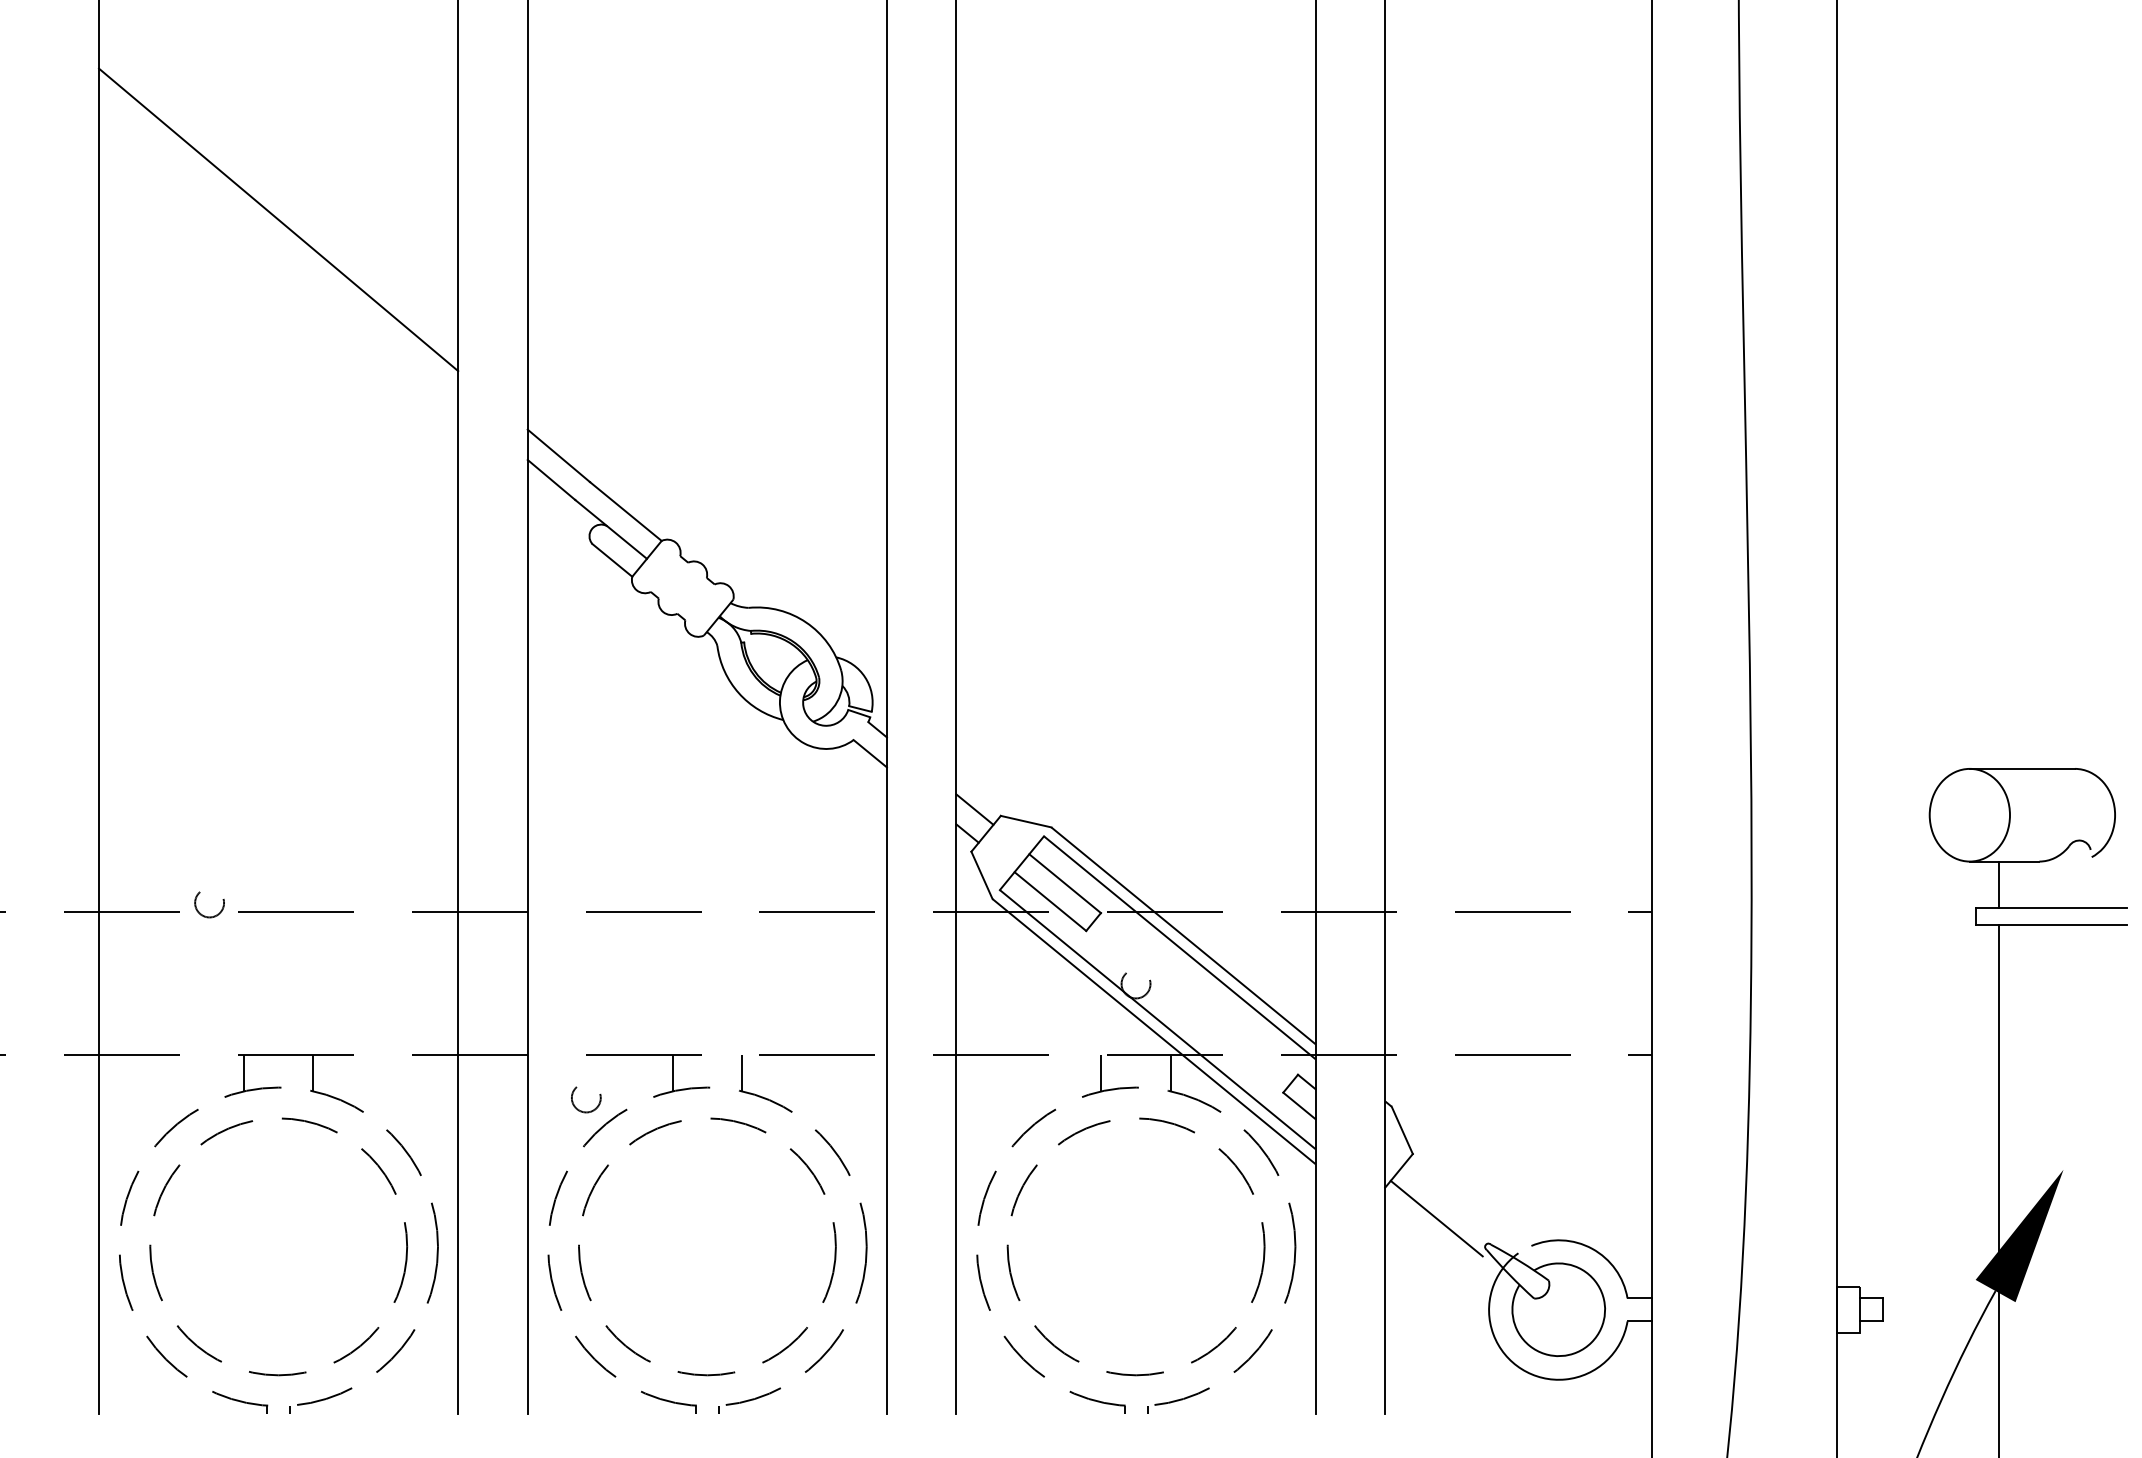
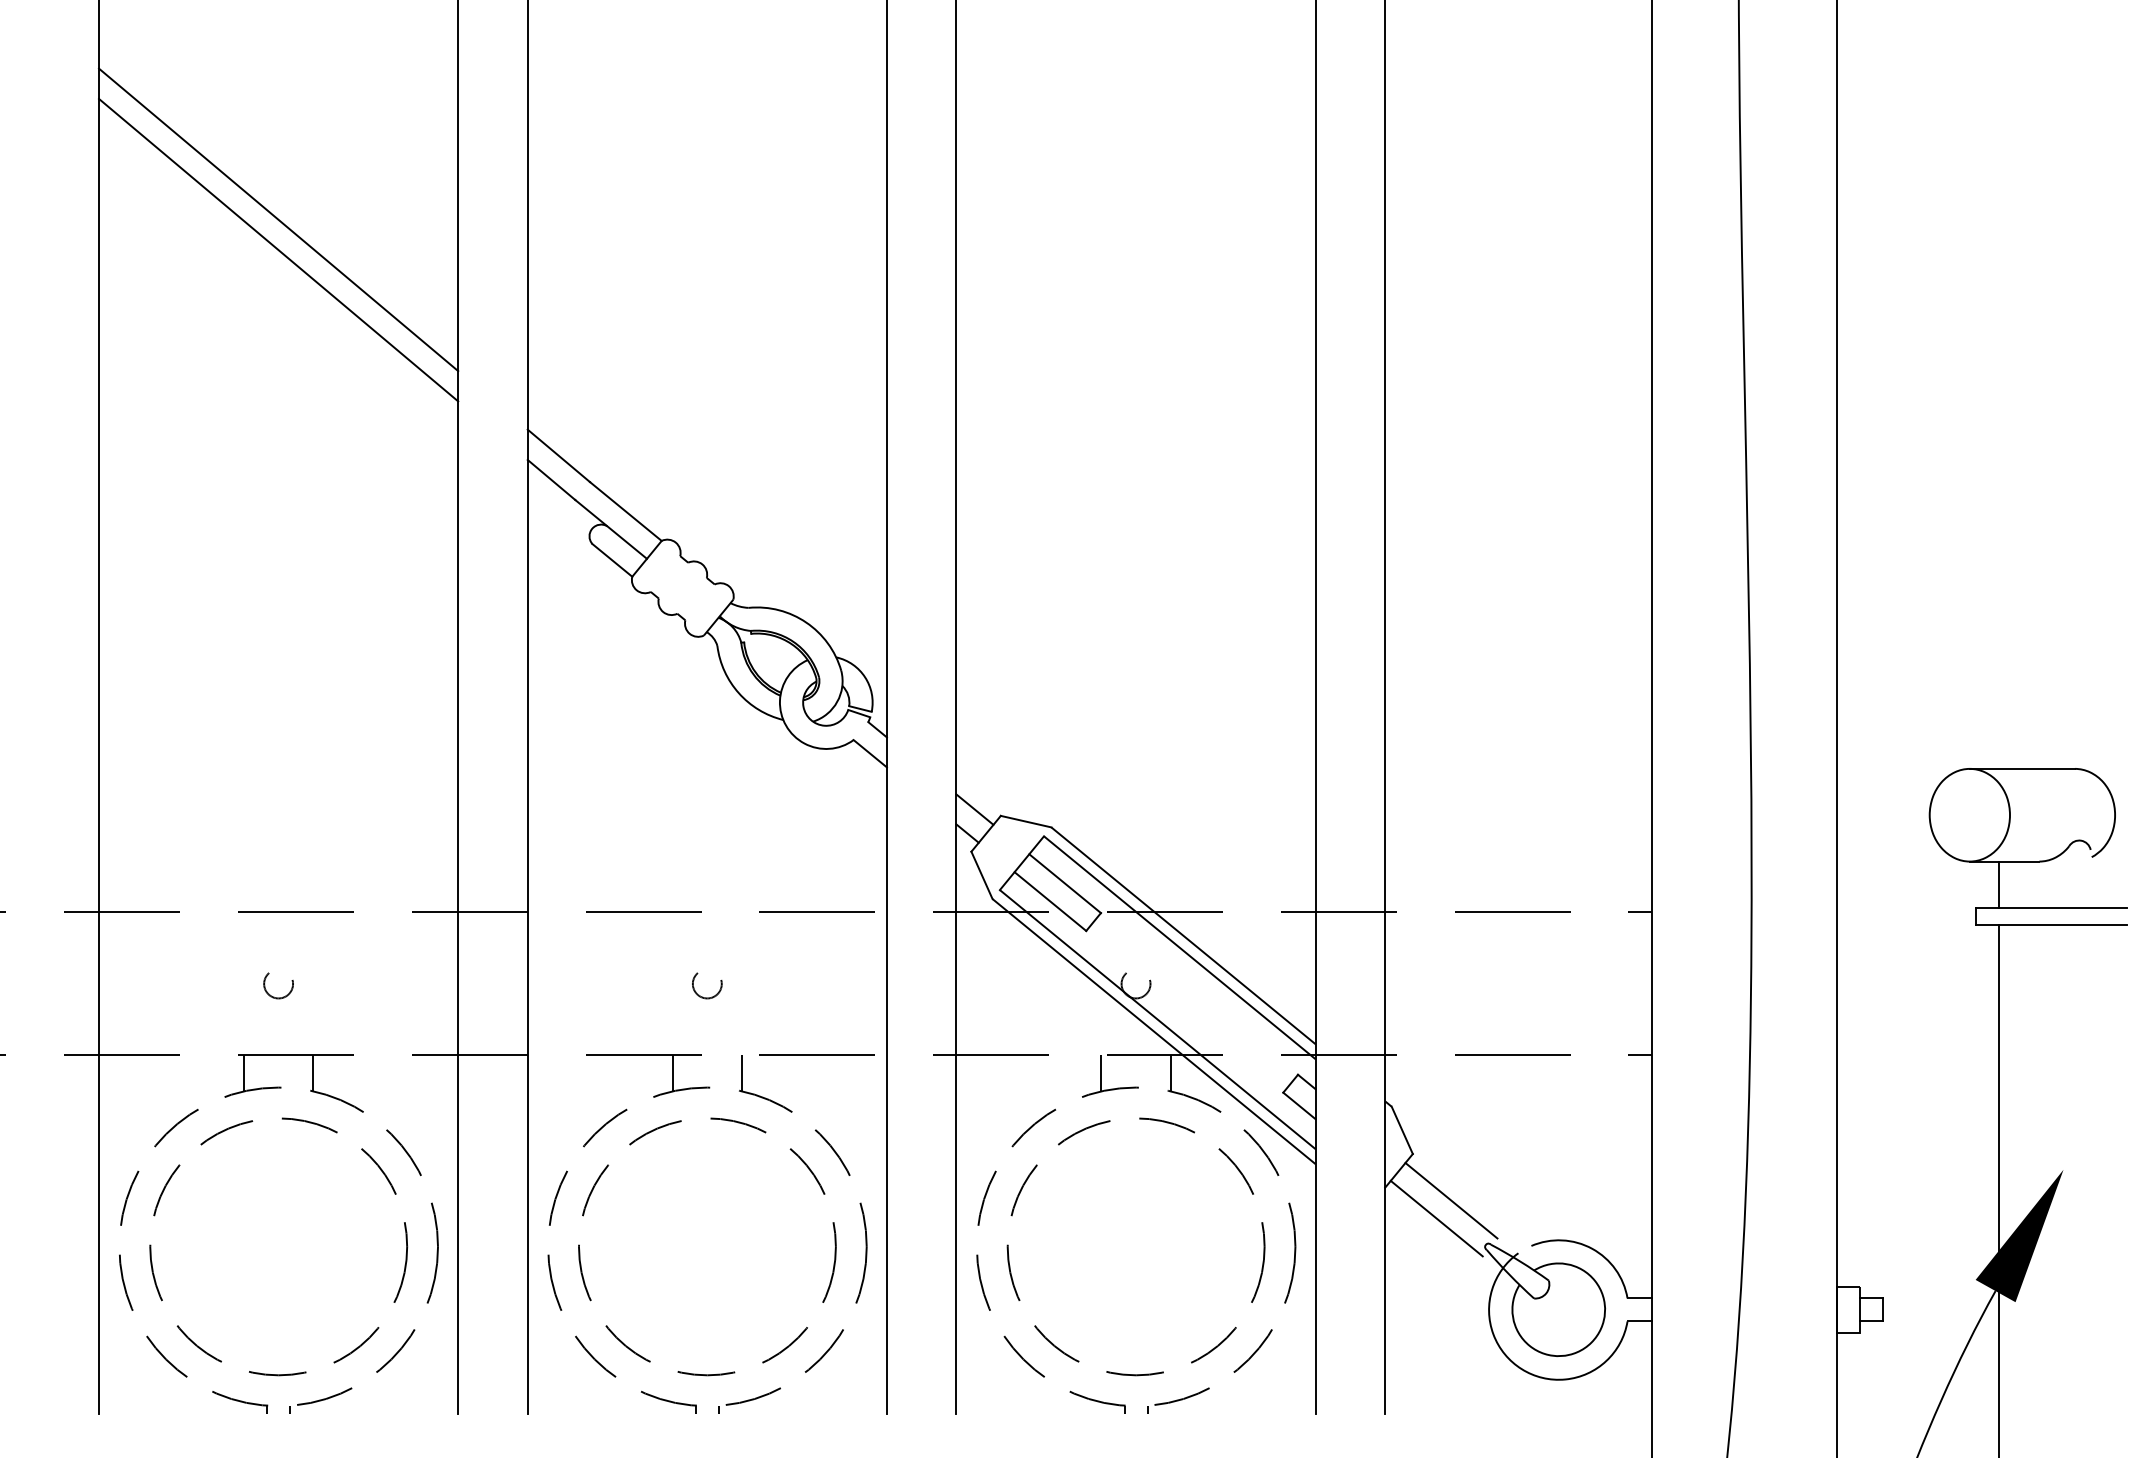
line at (278, 249): none -> present
circle at (209, 904) position: (209, 904) -> (278, 985)
circle at (586, 1099) position: (586, 1099) -> (707, 985)
line at (1451, 1200): none -> present
